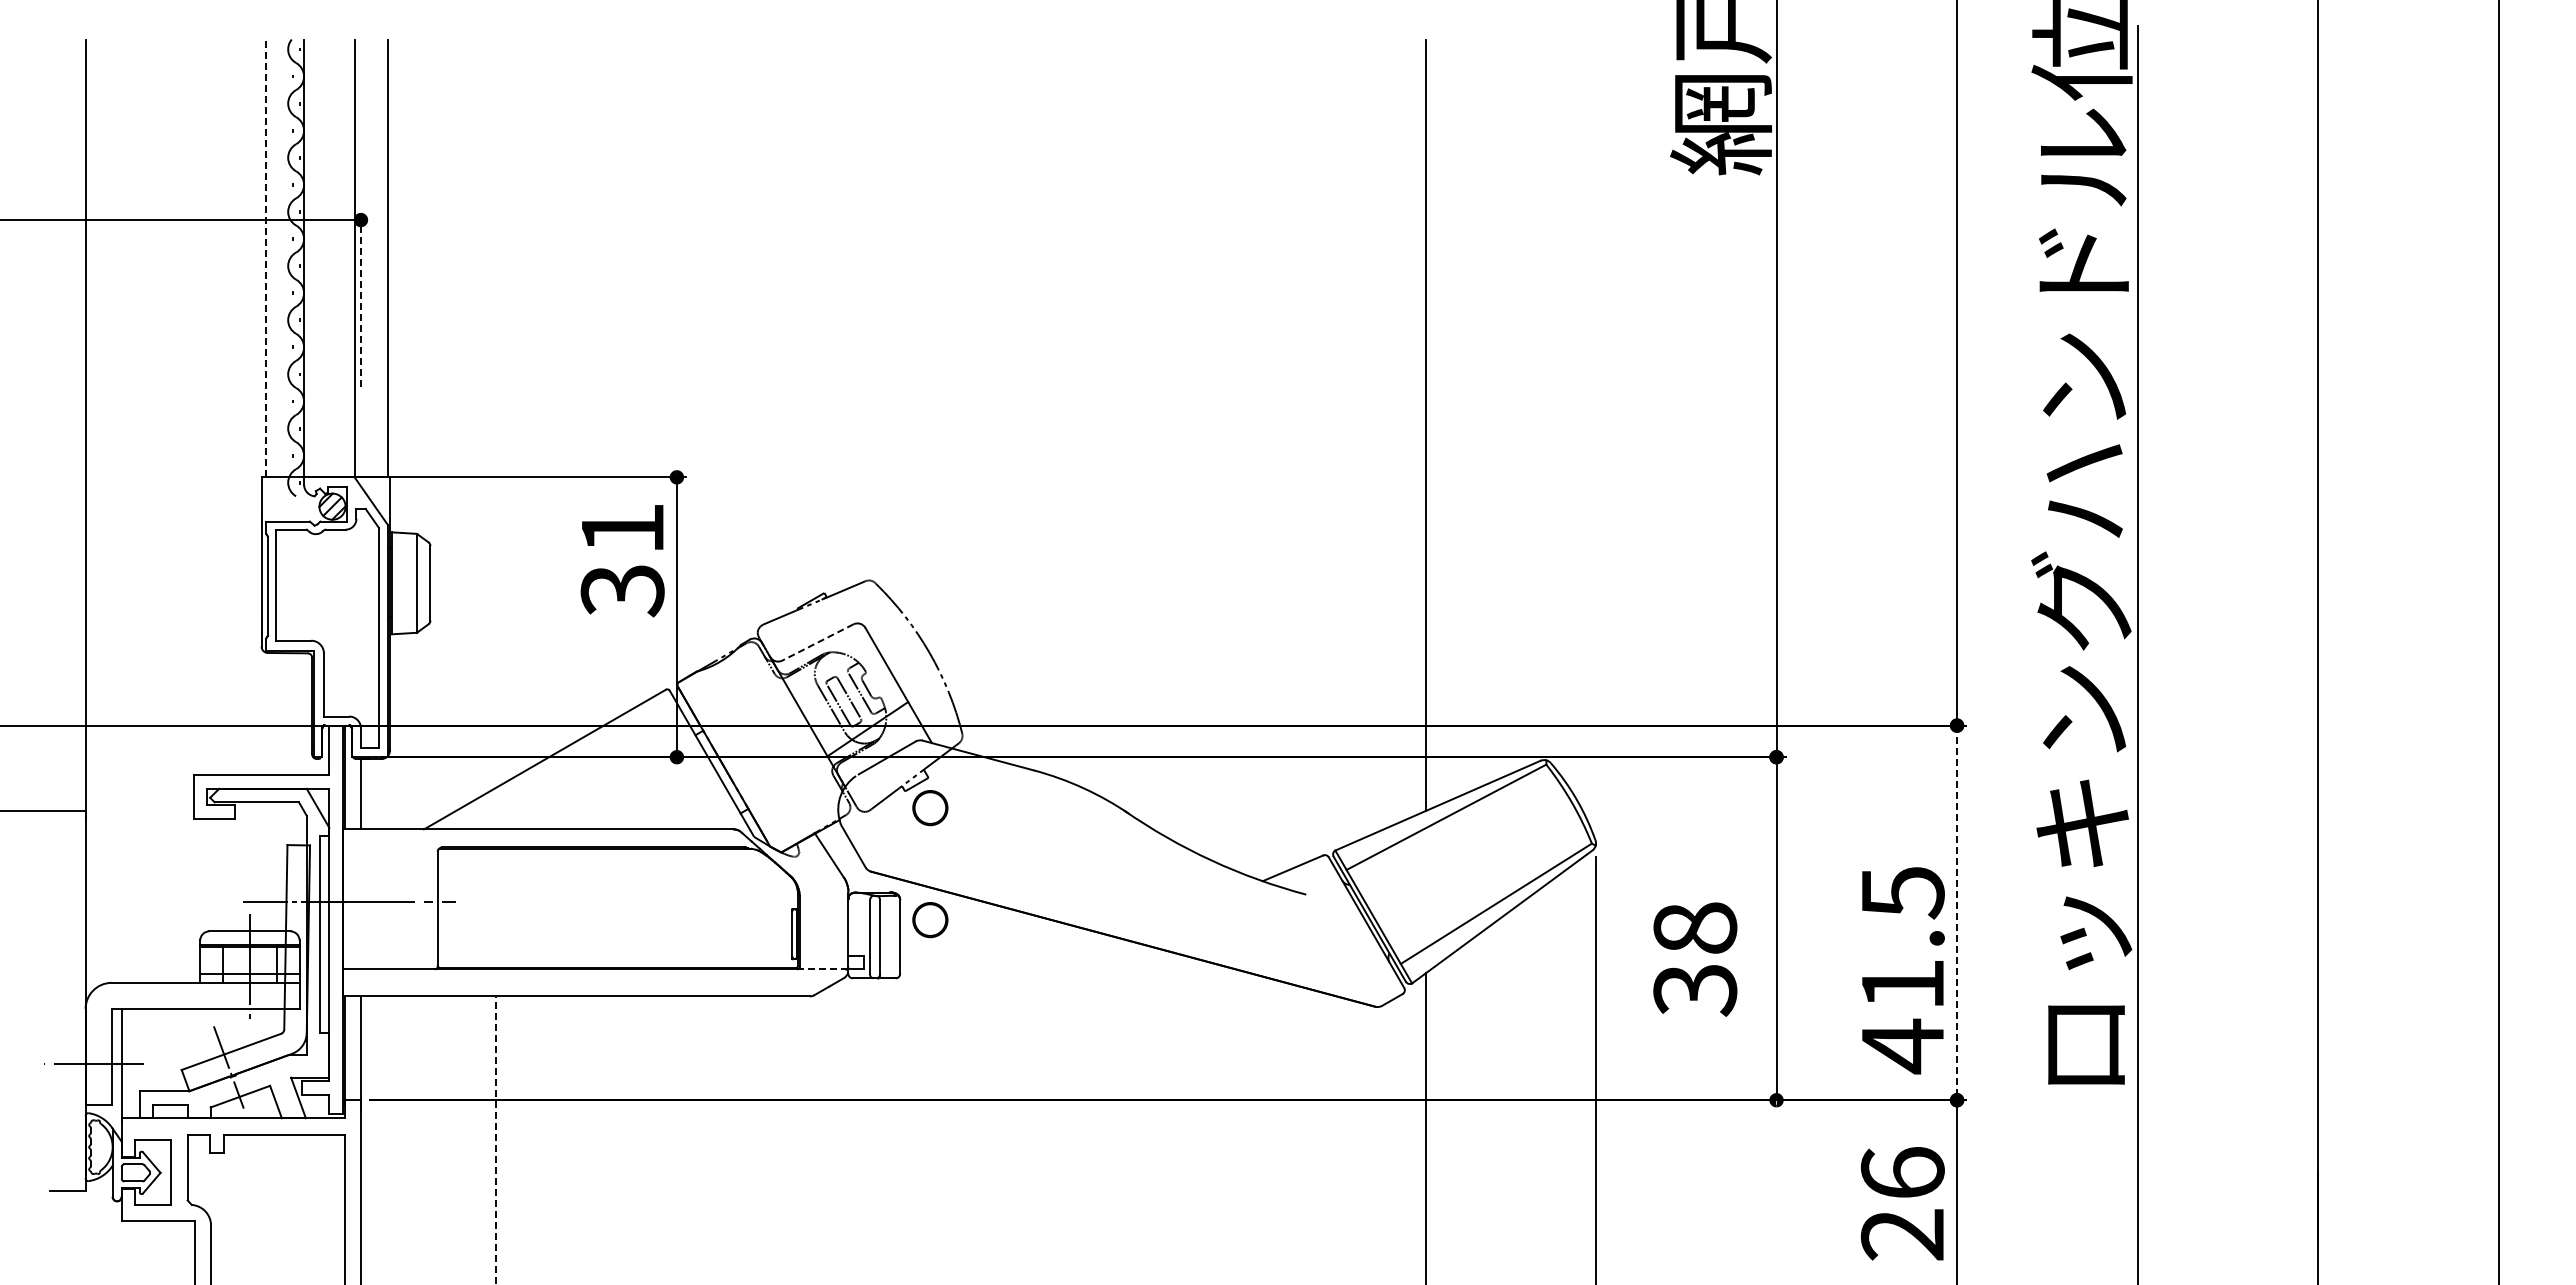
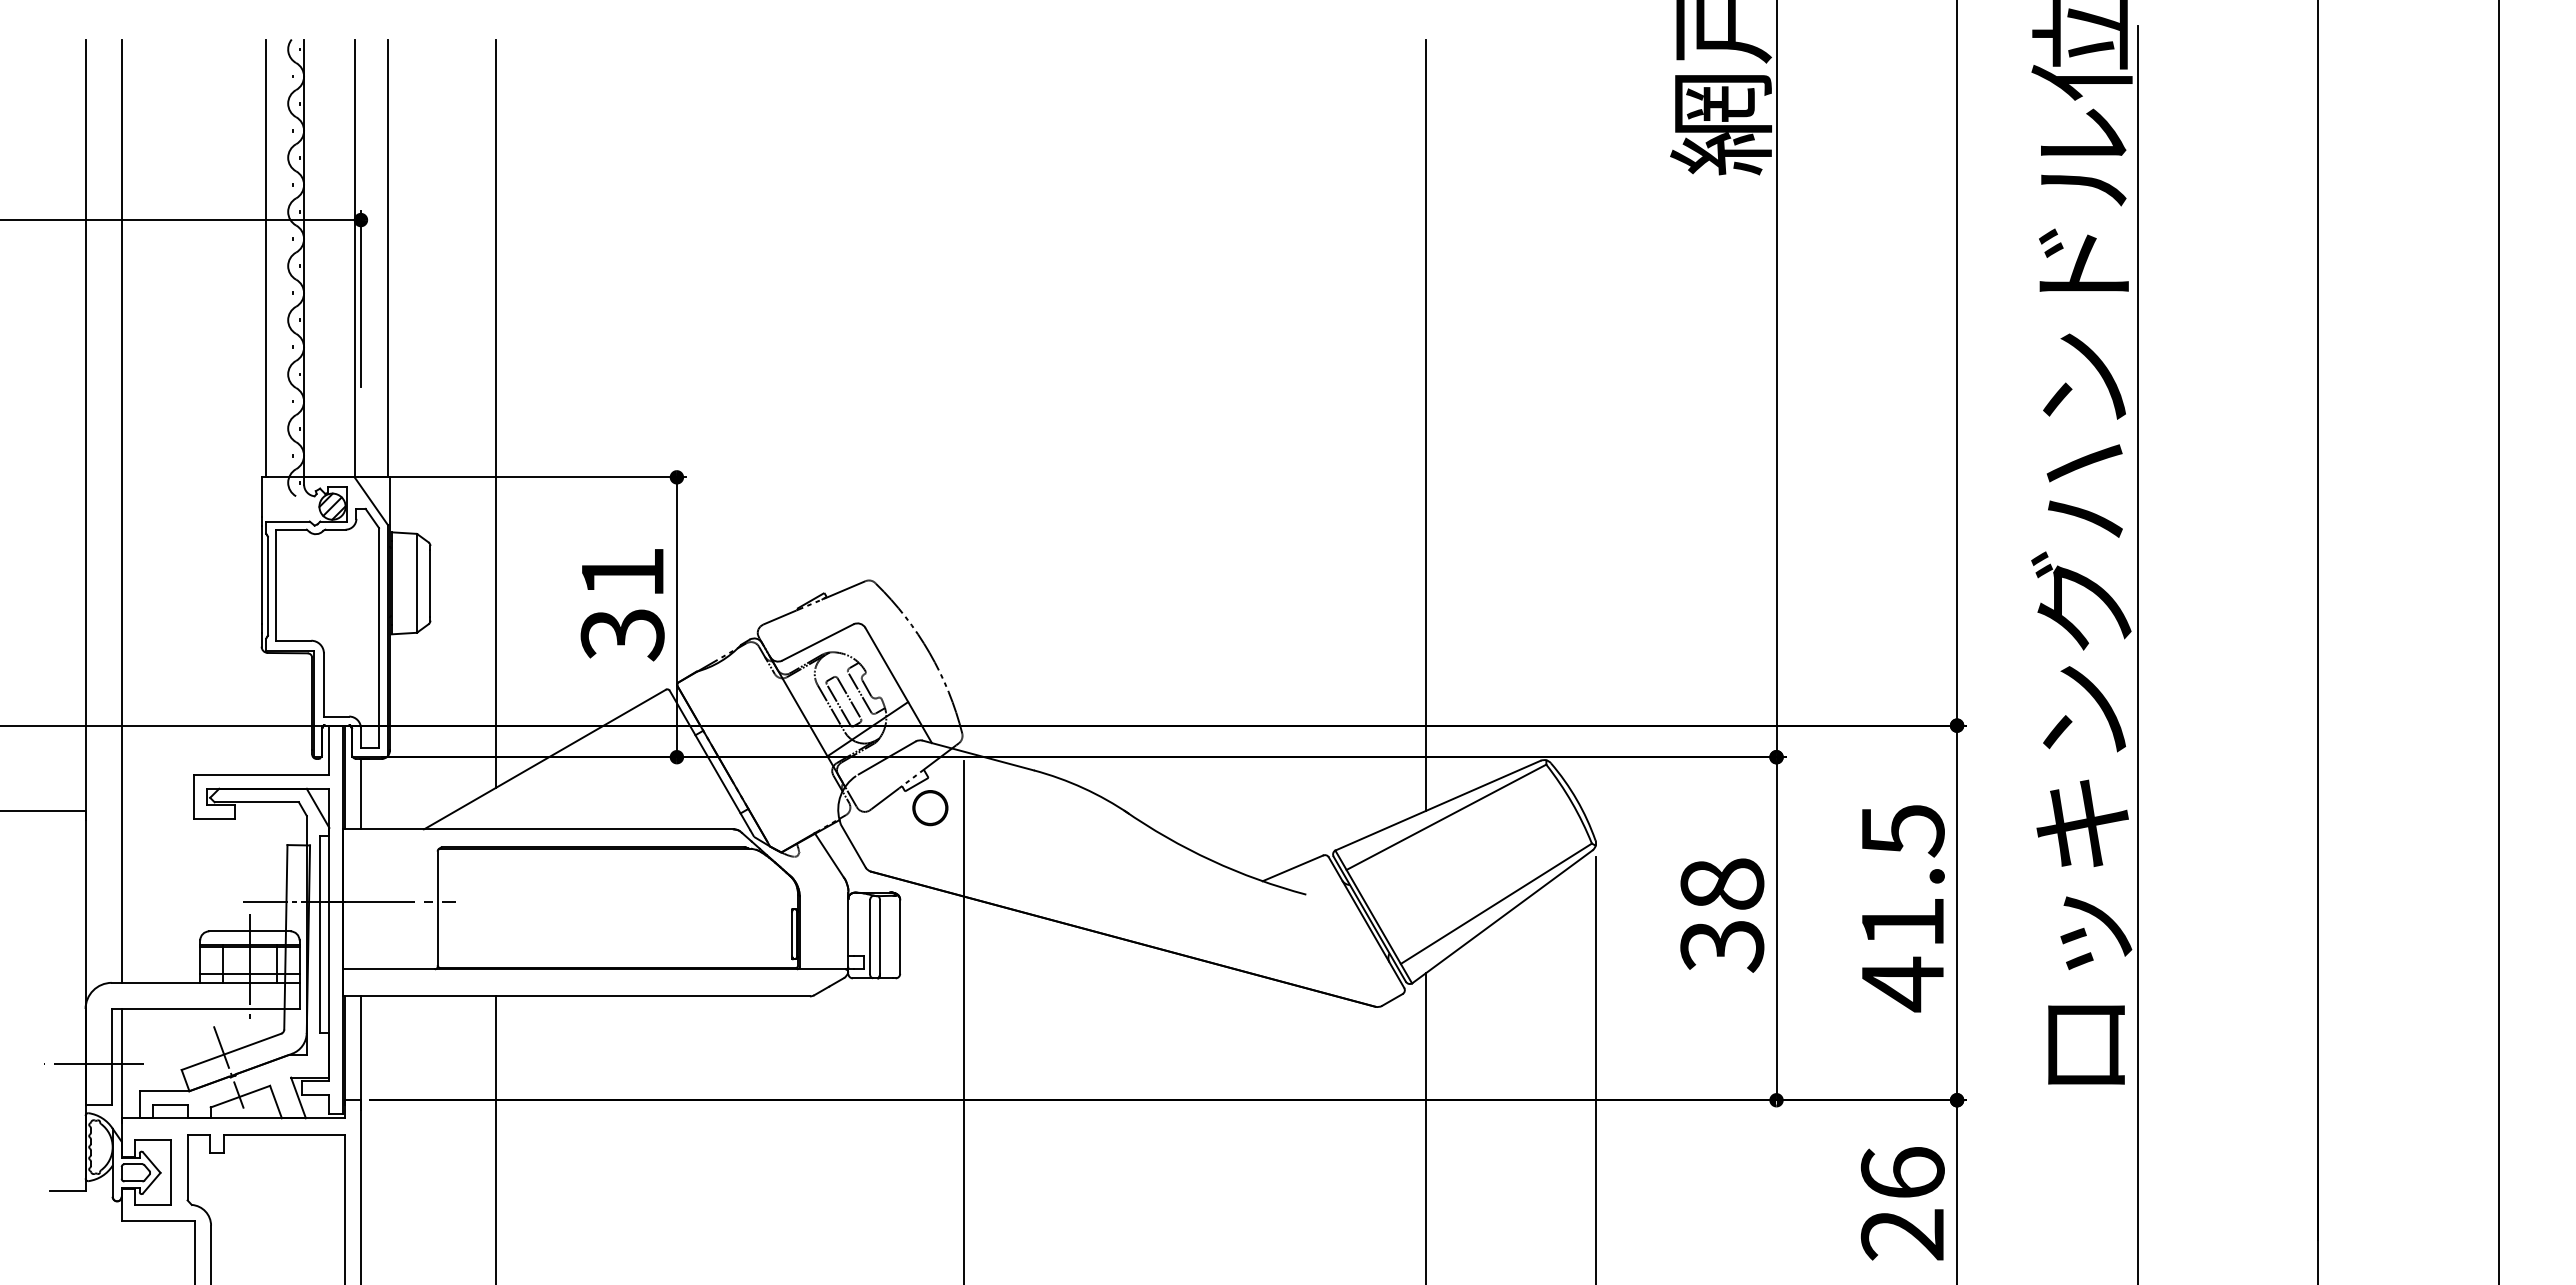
line at (266, 258): dashed -> solid
line at (360, 298): dashed -> solid
line at (496, 413): none -> present
line at (121, 510): none -> present
text at (622, 561) position: (622, 561) -> (622, 605)
line at (817, 642): dashed -> solid
line at (1957, 913): dashed -> solid
part at (930, 920): present -> none
text at (1695, 959) position: (1695, 959) -> (1722, 915)
line at (821, 969): dashed -> solid
text at (1903, 970) position: (1903, 970) -> (1903, 908)
line at (963, 1020): none -> present
line at (496, 1140): dashed -> solid
